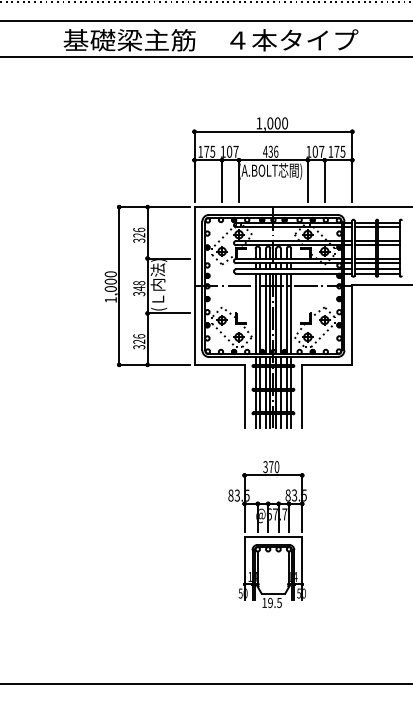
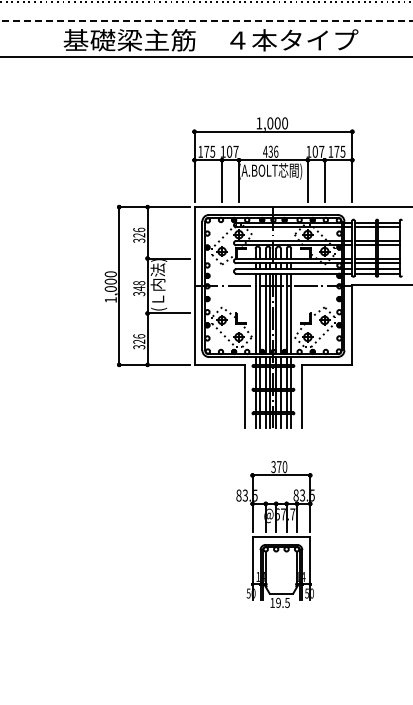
line at (206, 21): solid -> dashed
part at (267, 534) position: (267, 534) -> (275, 534)
line at (205, 683): present -> none
